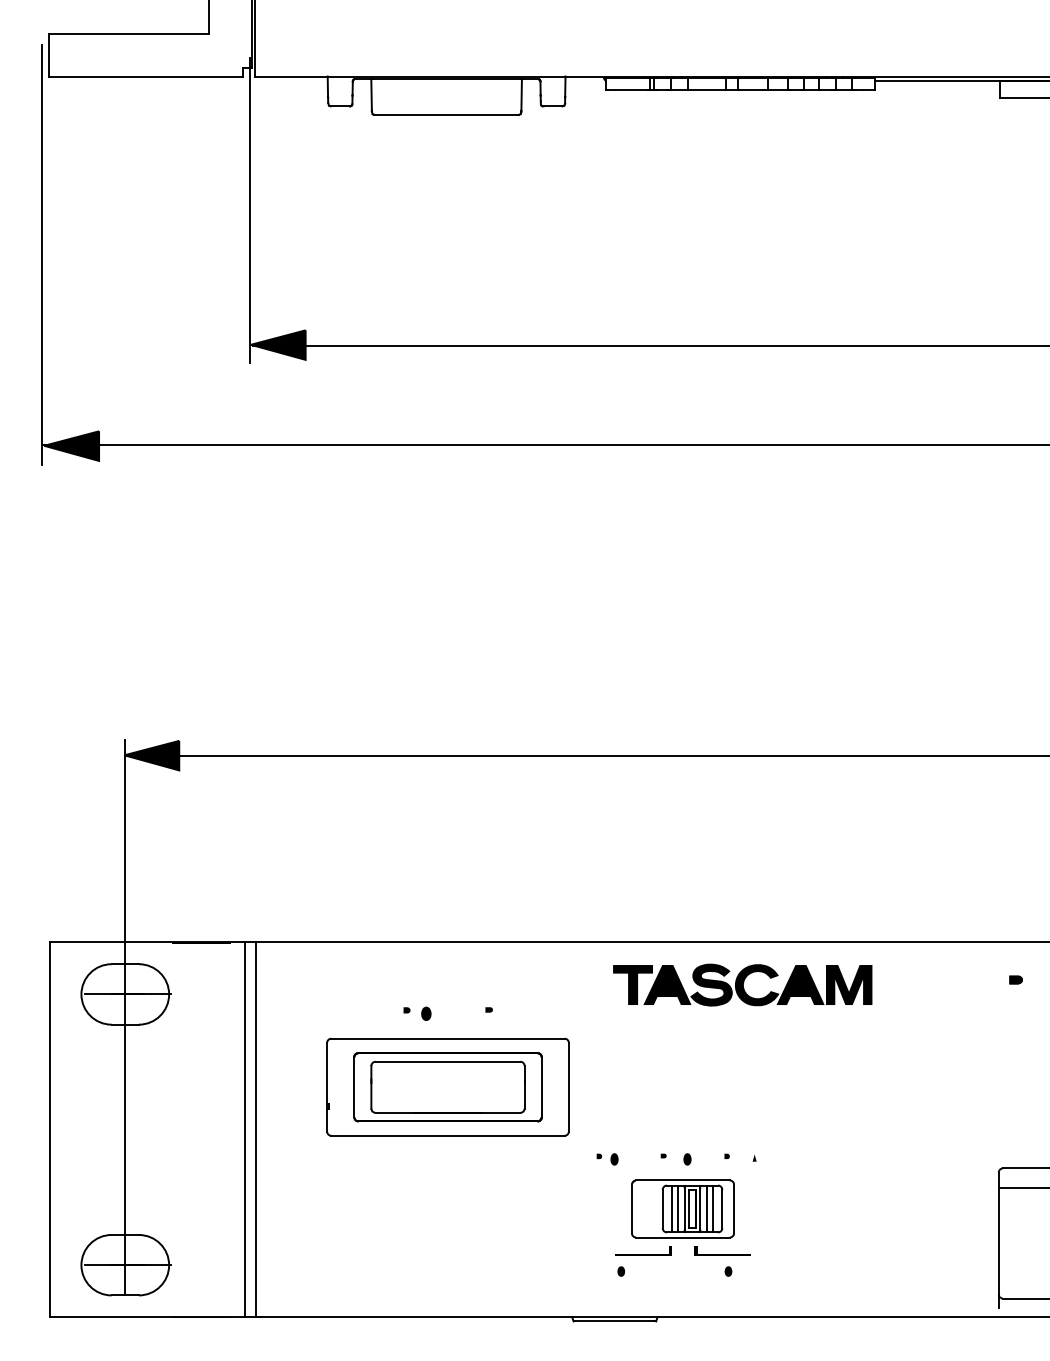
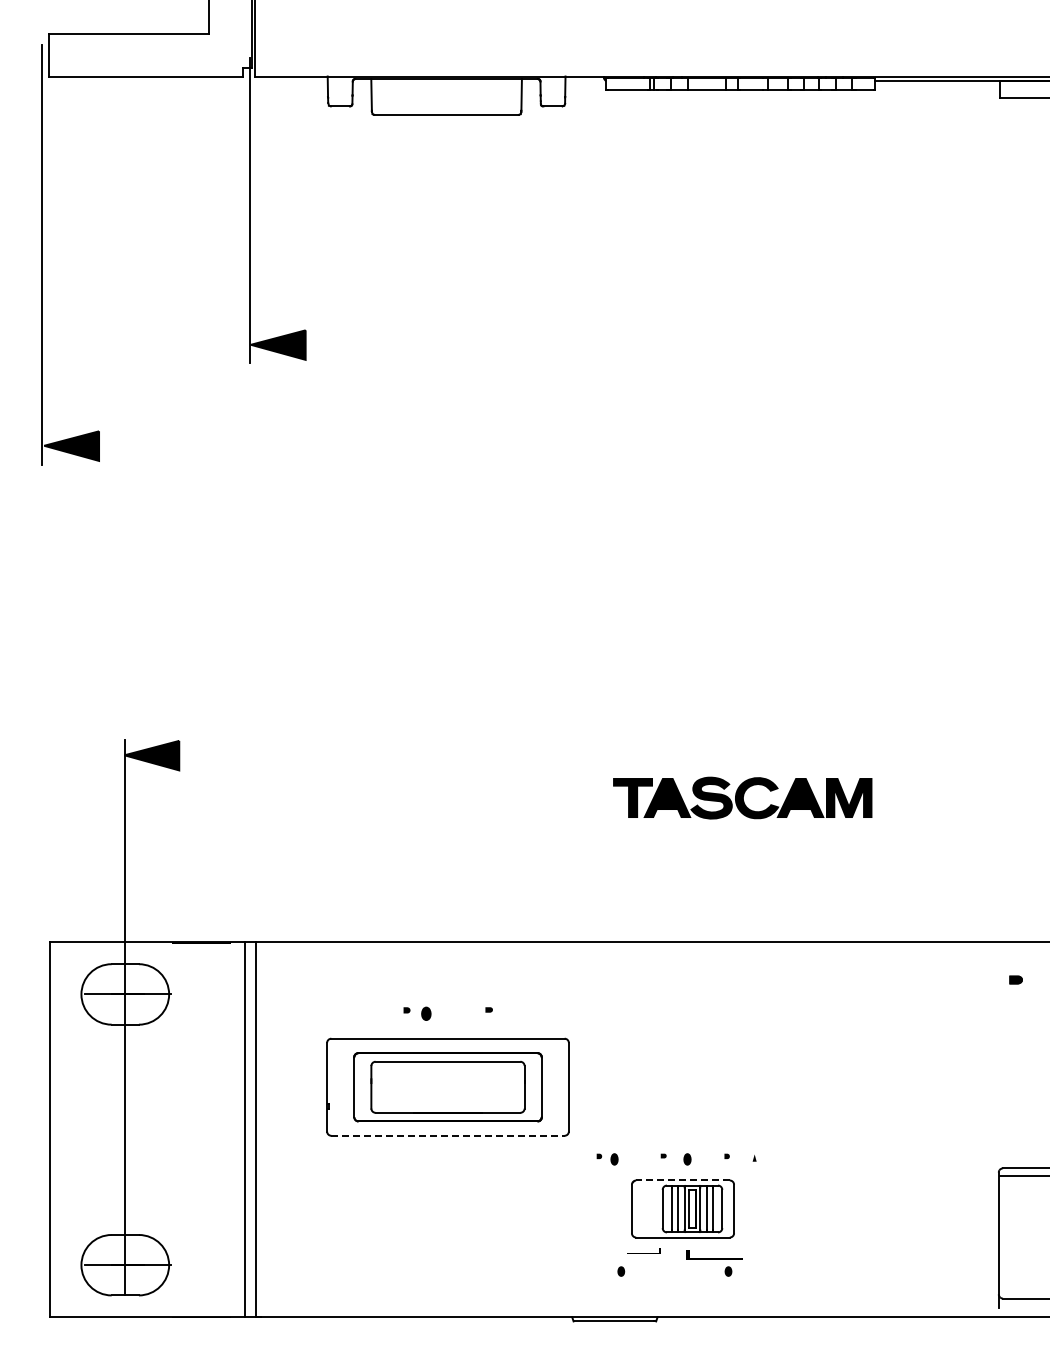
line at (649, 345): present -> none
line at (544, 445): present -> none
line at (586, 755): present -> none
part at (742, 984) position: (742, 984) -> (742, 797)
line at (448, 1135): solid -> dashed
line at (683, 1180): solid -> dashed
line at (1022, 1187) position: (1022, 1187) -> (1022, 1175)
part at (643, 1250) size: 57x10 px -> 34x6 px
part at (722, 1250) position: (722, 1250) -> (714, 1254)
